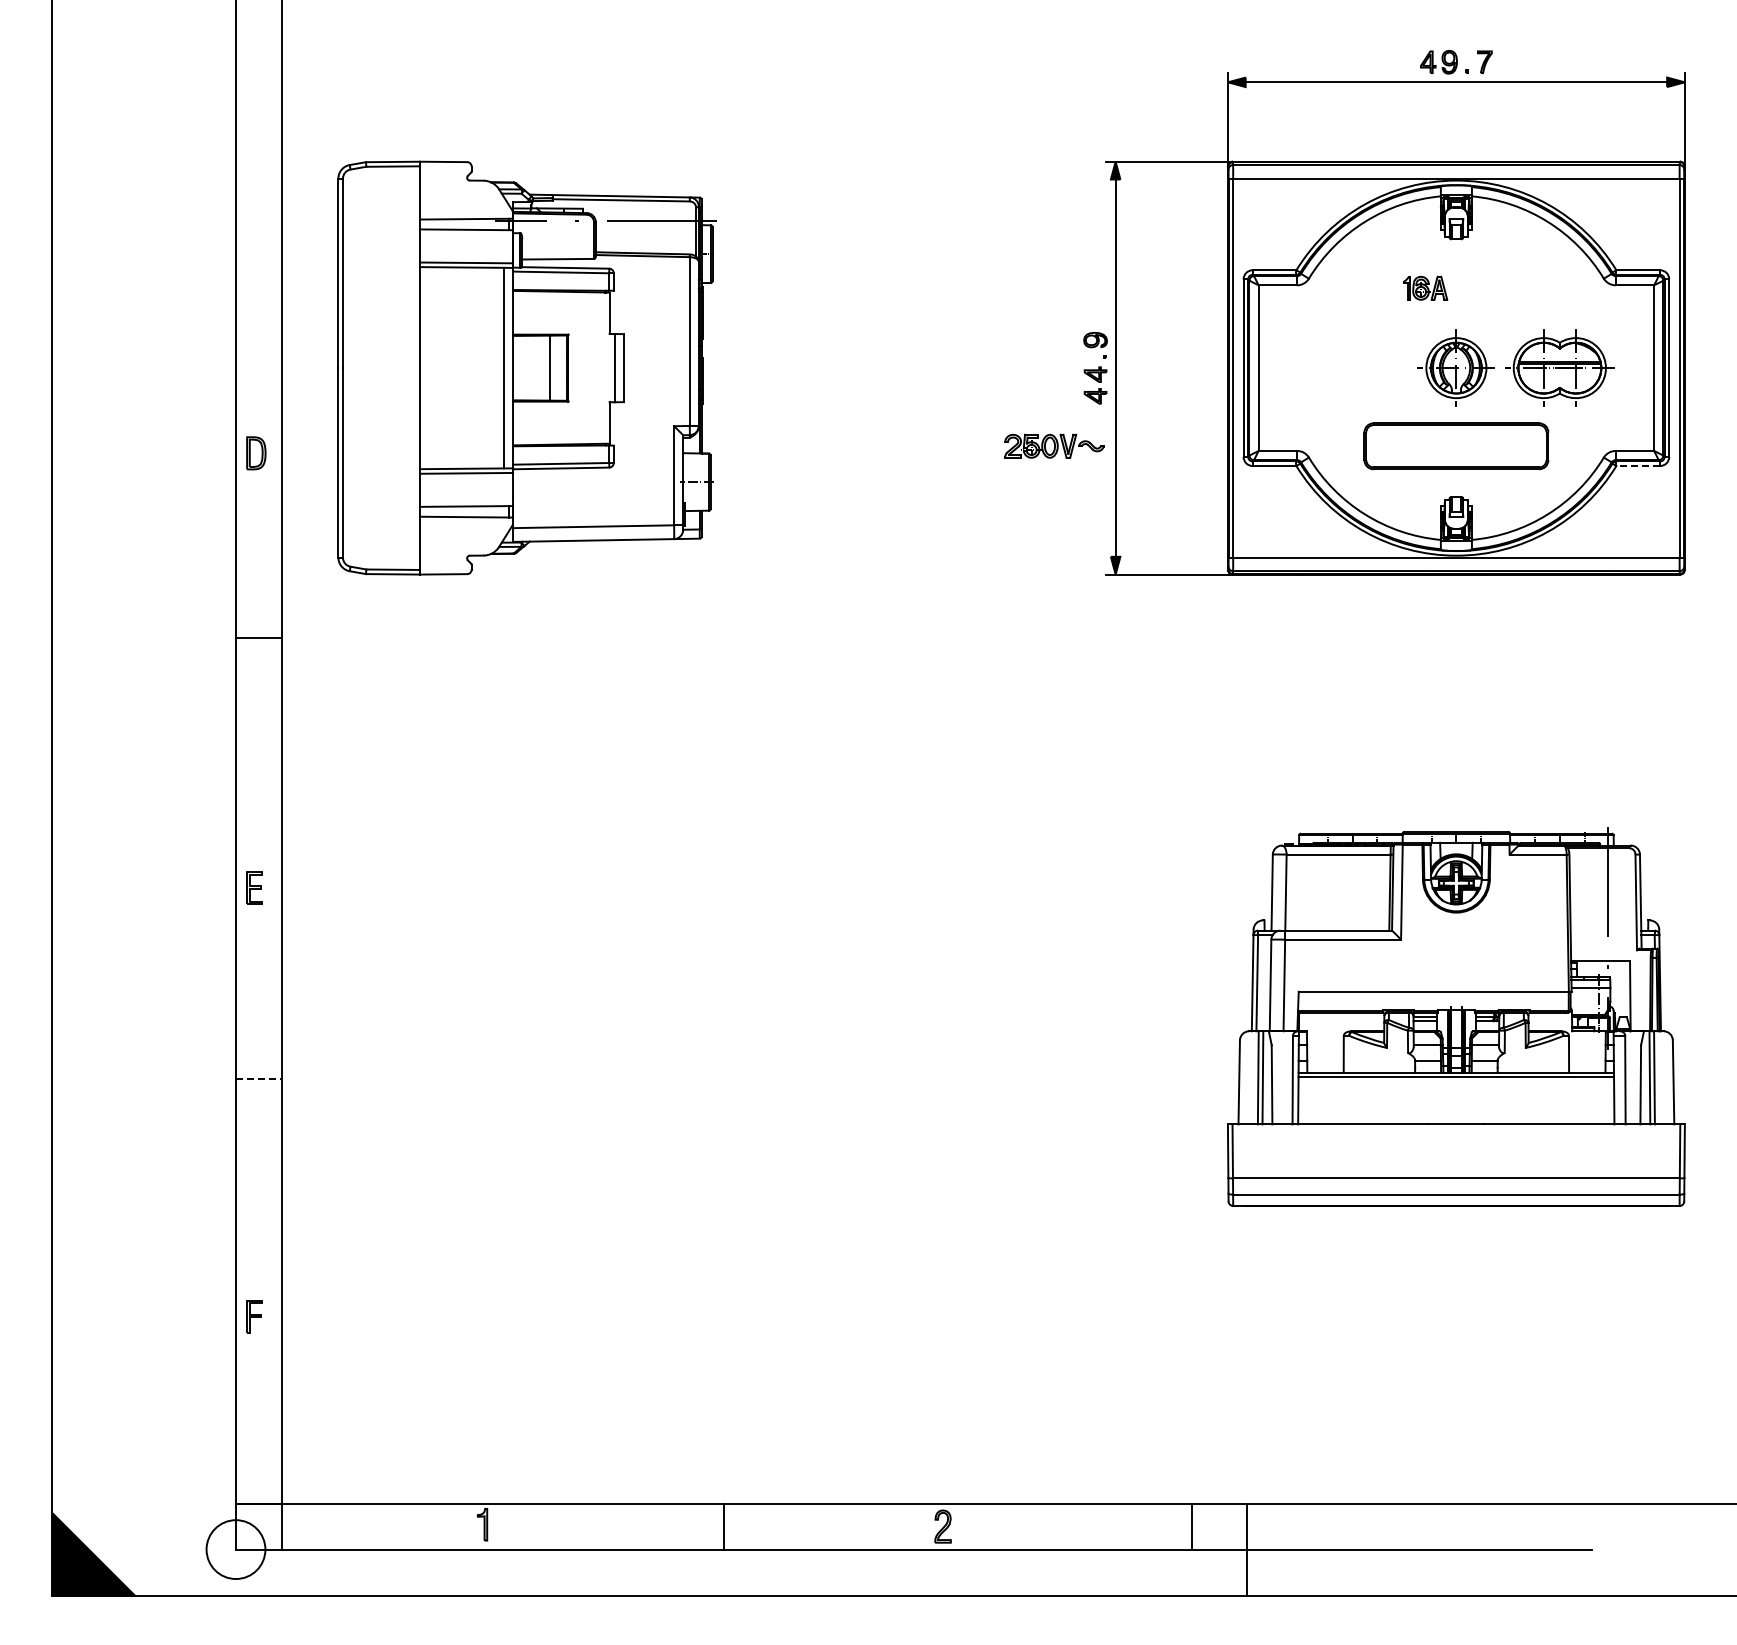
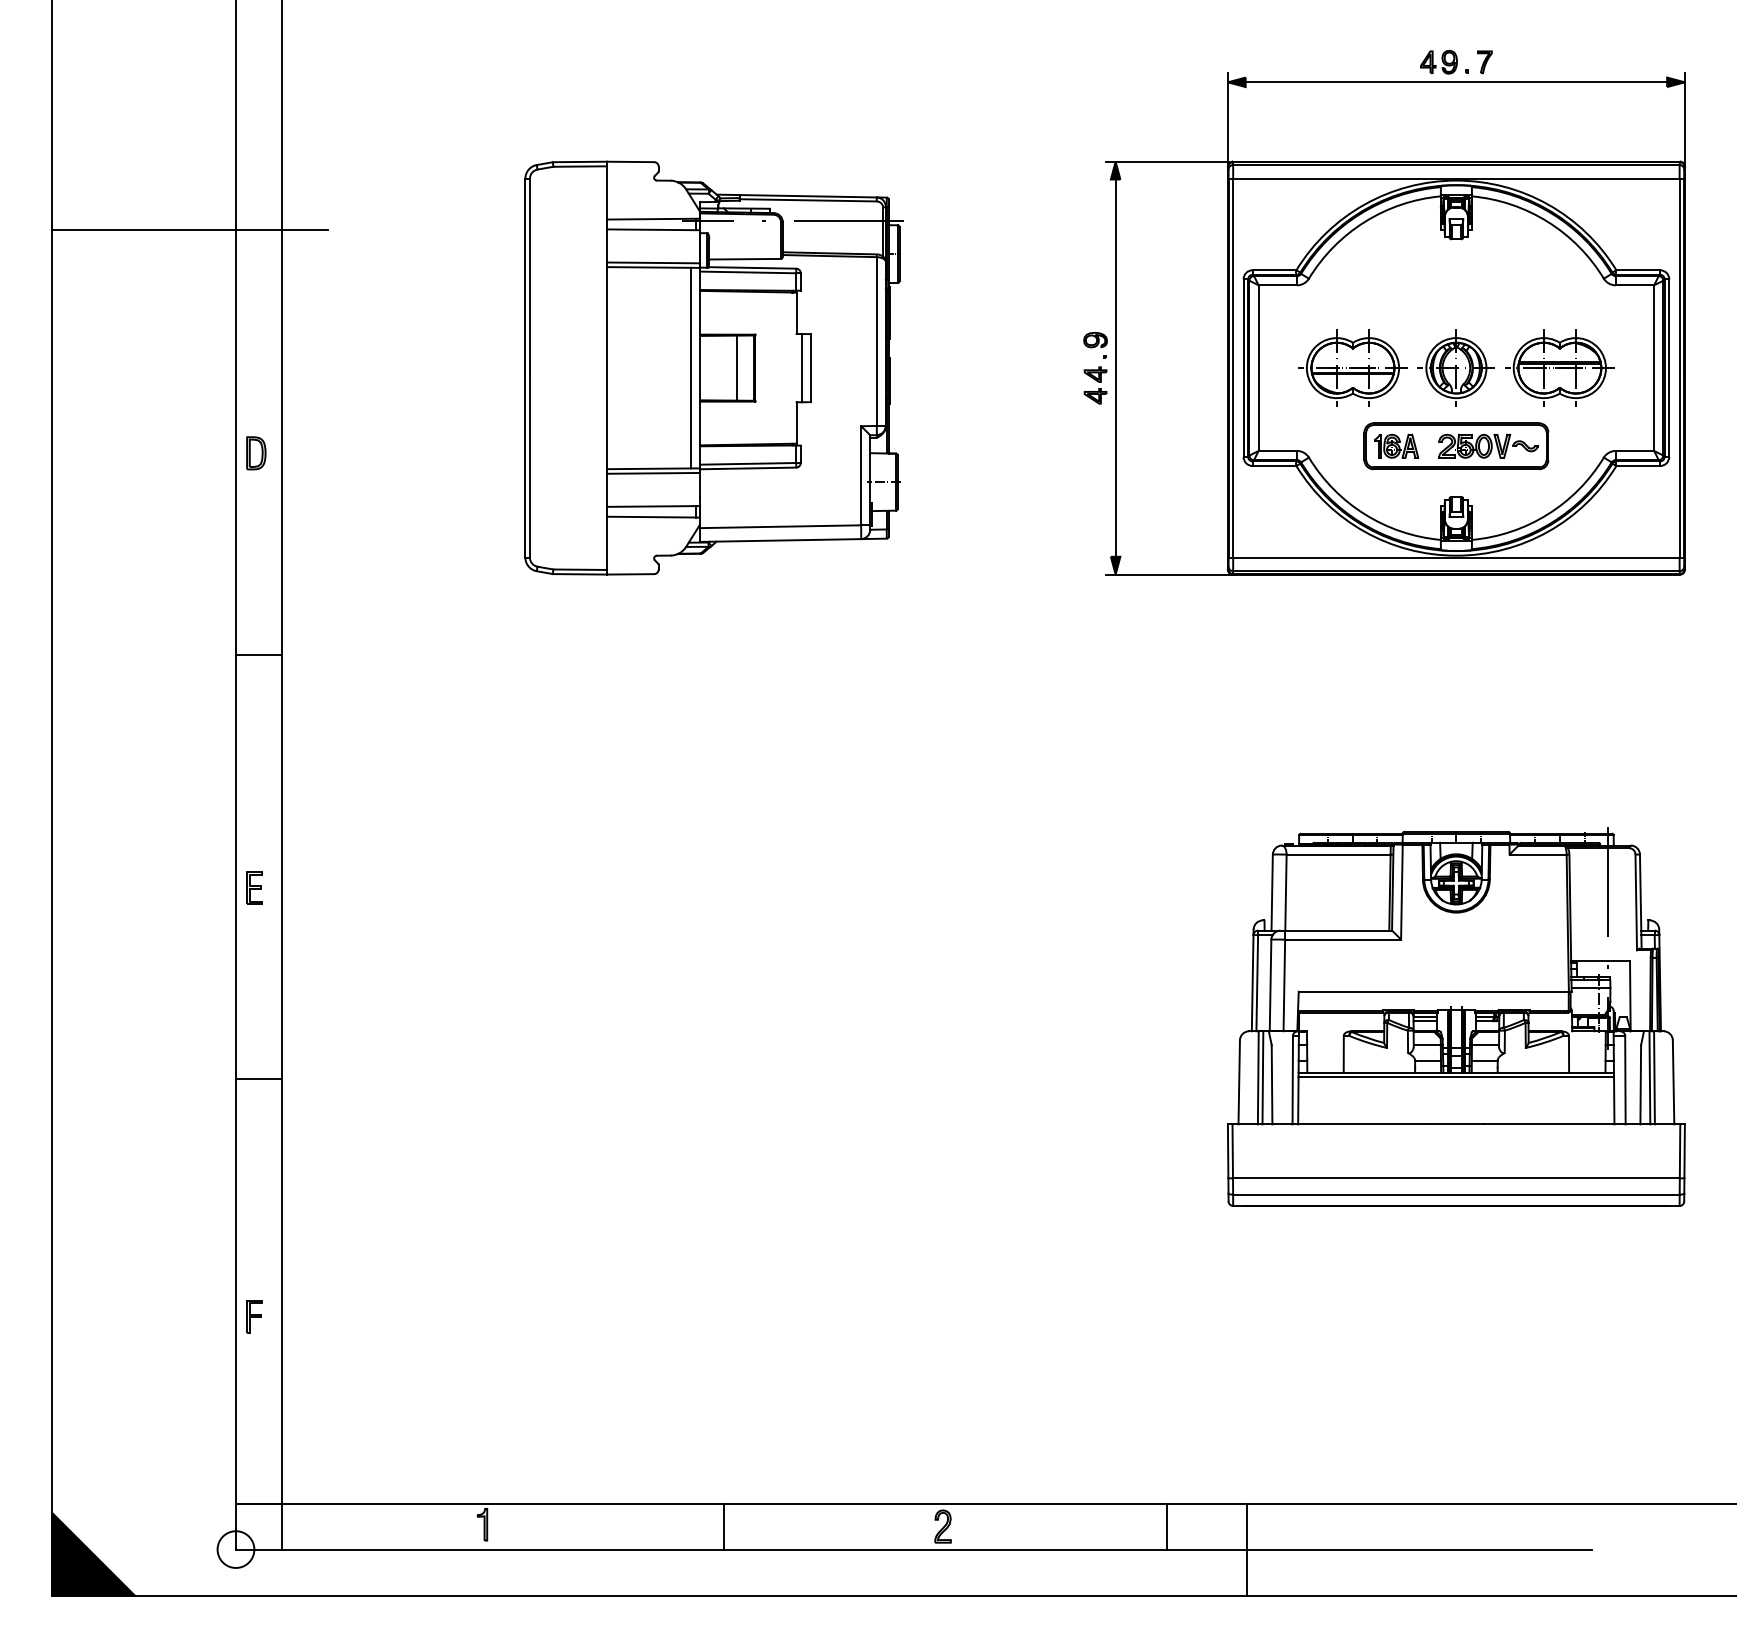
line at (189, 230): none -> present
part at (1425, 287) position: (1425, 287) -> (1396, 445)
part at (526, 367) position: (526, 367) -> (713, 367)
part at (1352, 367): none -> present
part at (1054, 445) position: (1054, 445) -> (1488, 445)
line at (1638, 466): dashed -> solid
line at (258, 637) position: (258, 637) -> (258, 654)
line at (258, 1079): dashed -> solid
line at (1191, 1526) position: (1191, 1526) -> (1166, 1526)
circle at (235, 1549) diameter: 59 px -> 37 px
